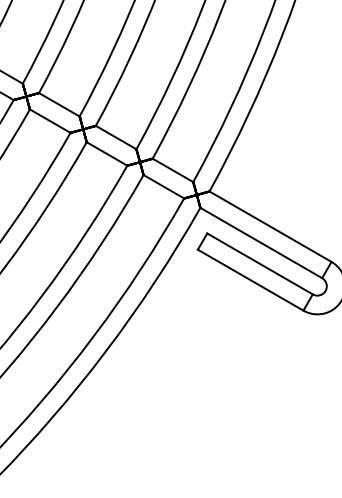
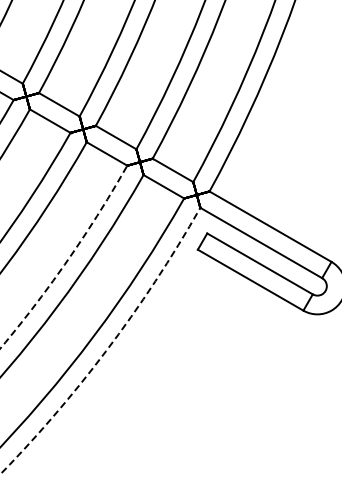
arc at (67, 260): solid -> dashed
arc at (108, 348): solid -> dashed
